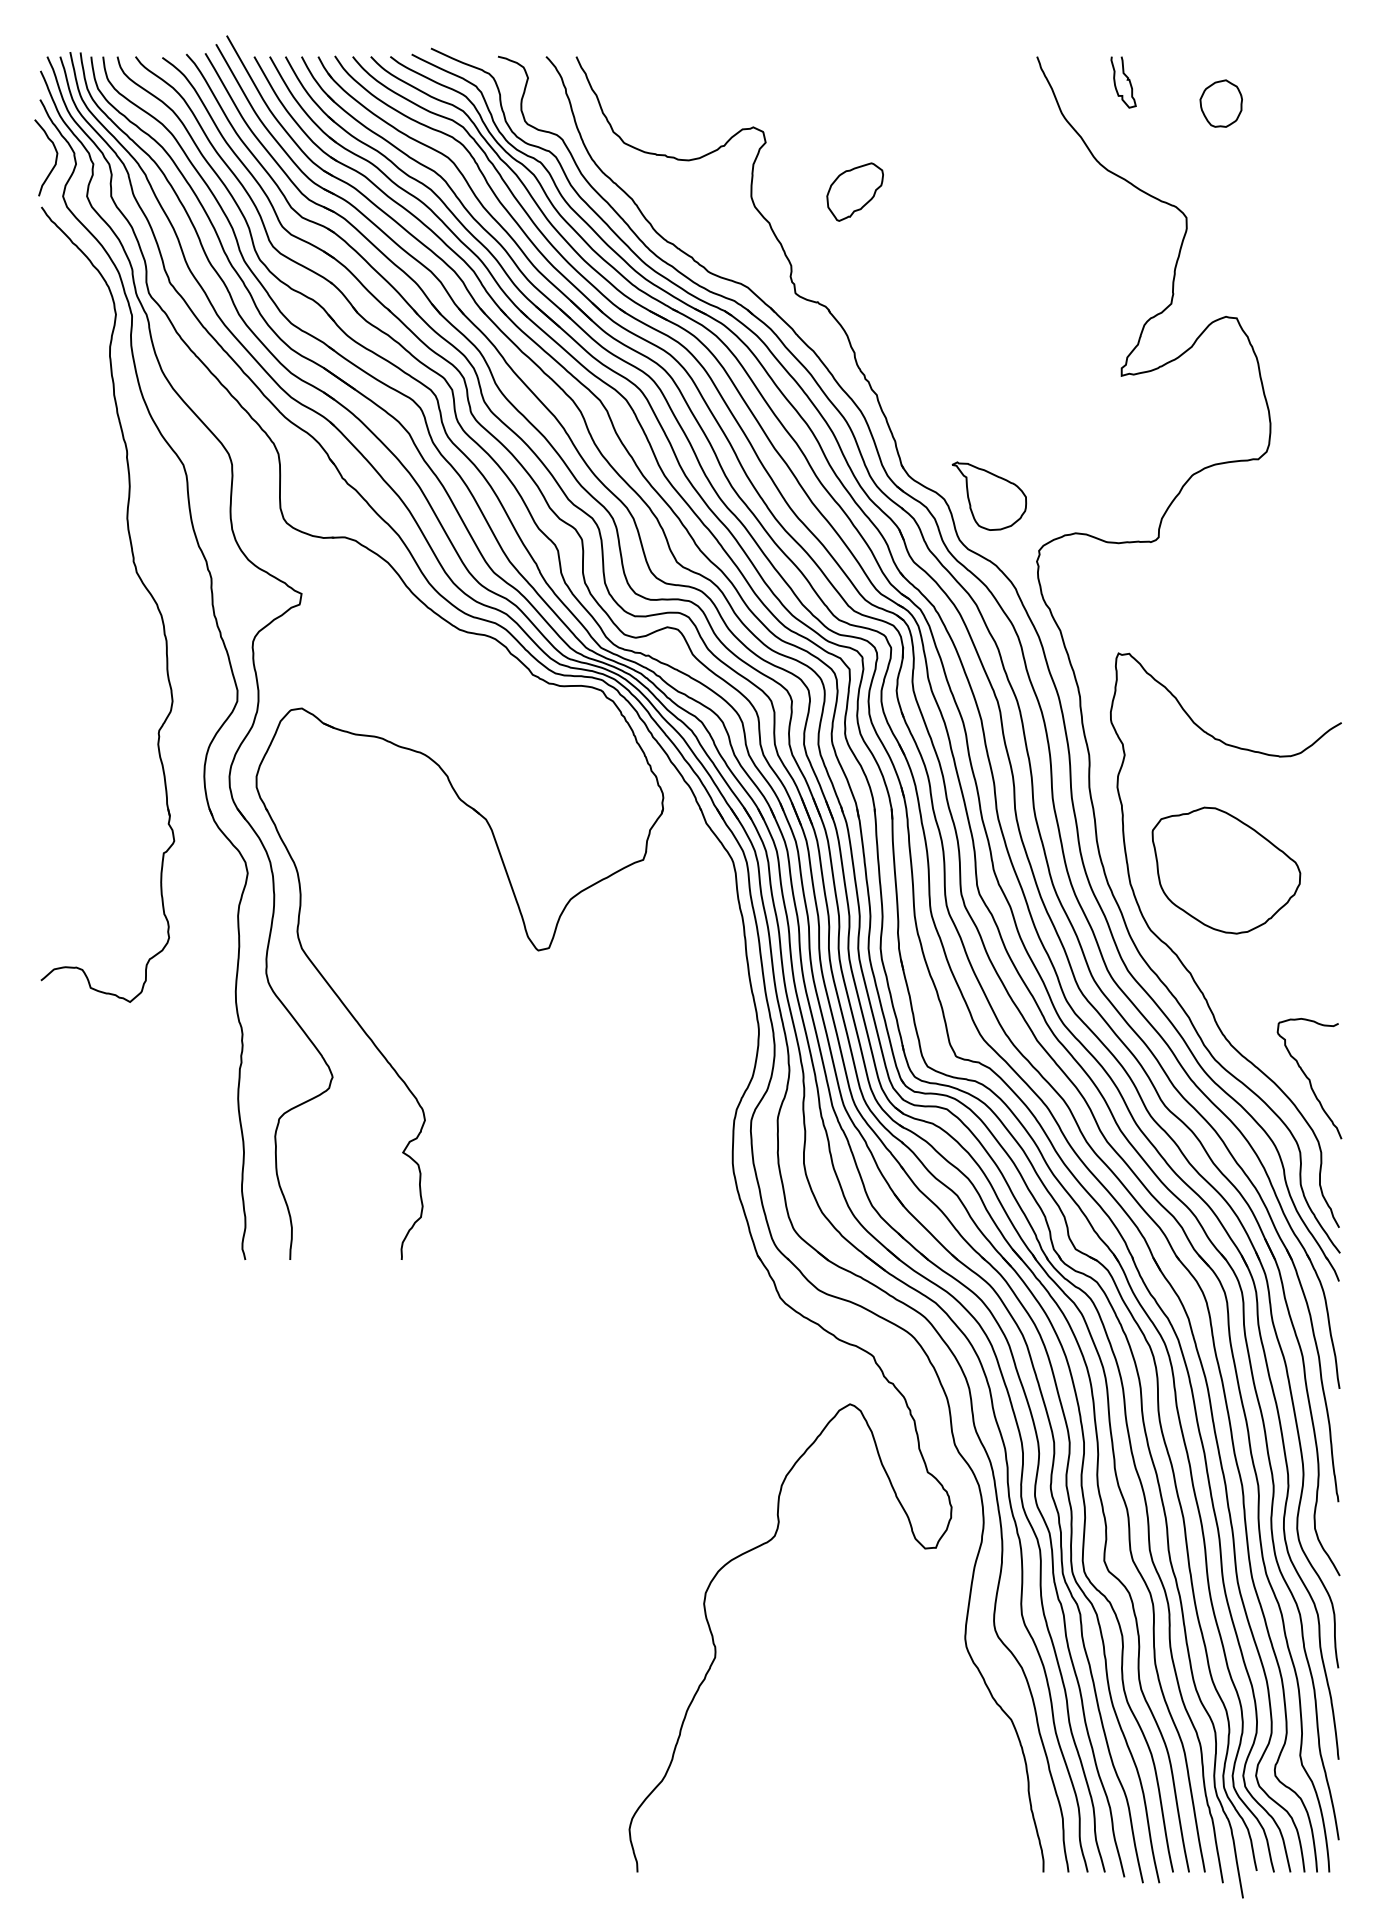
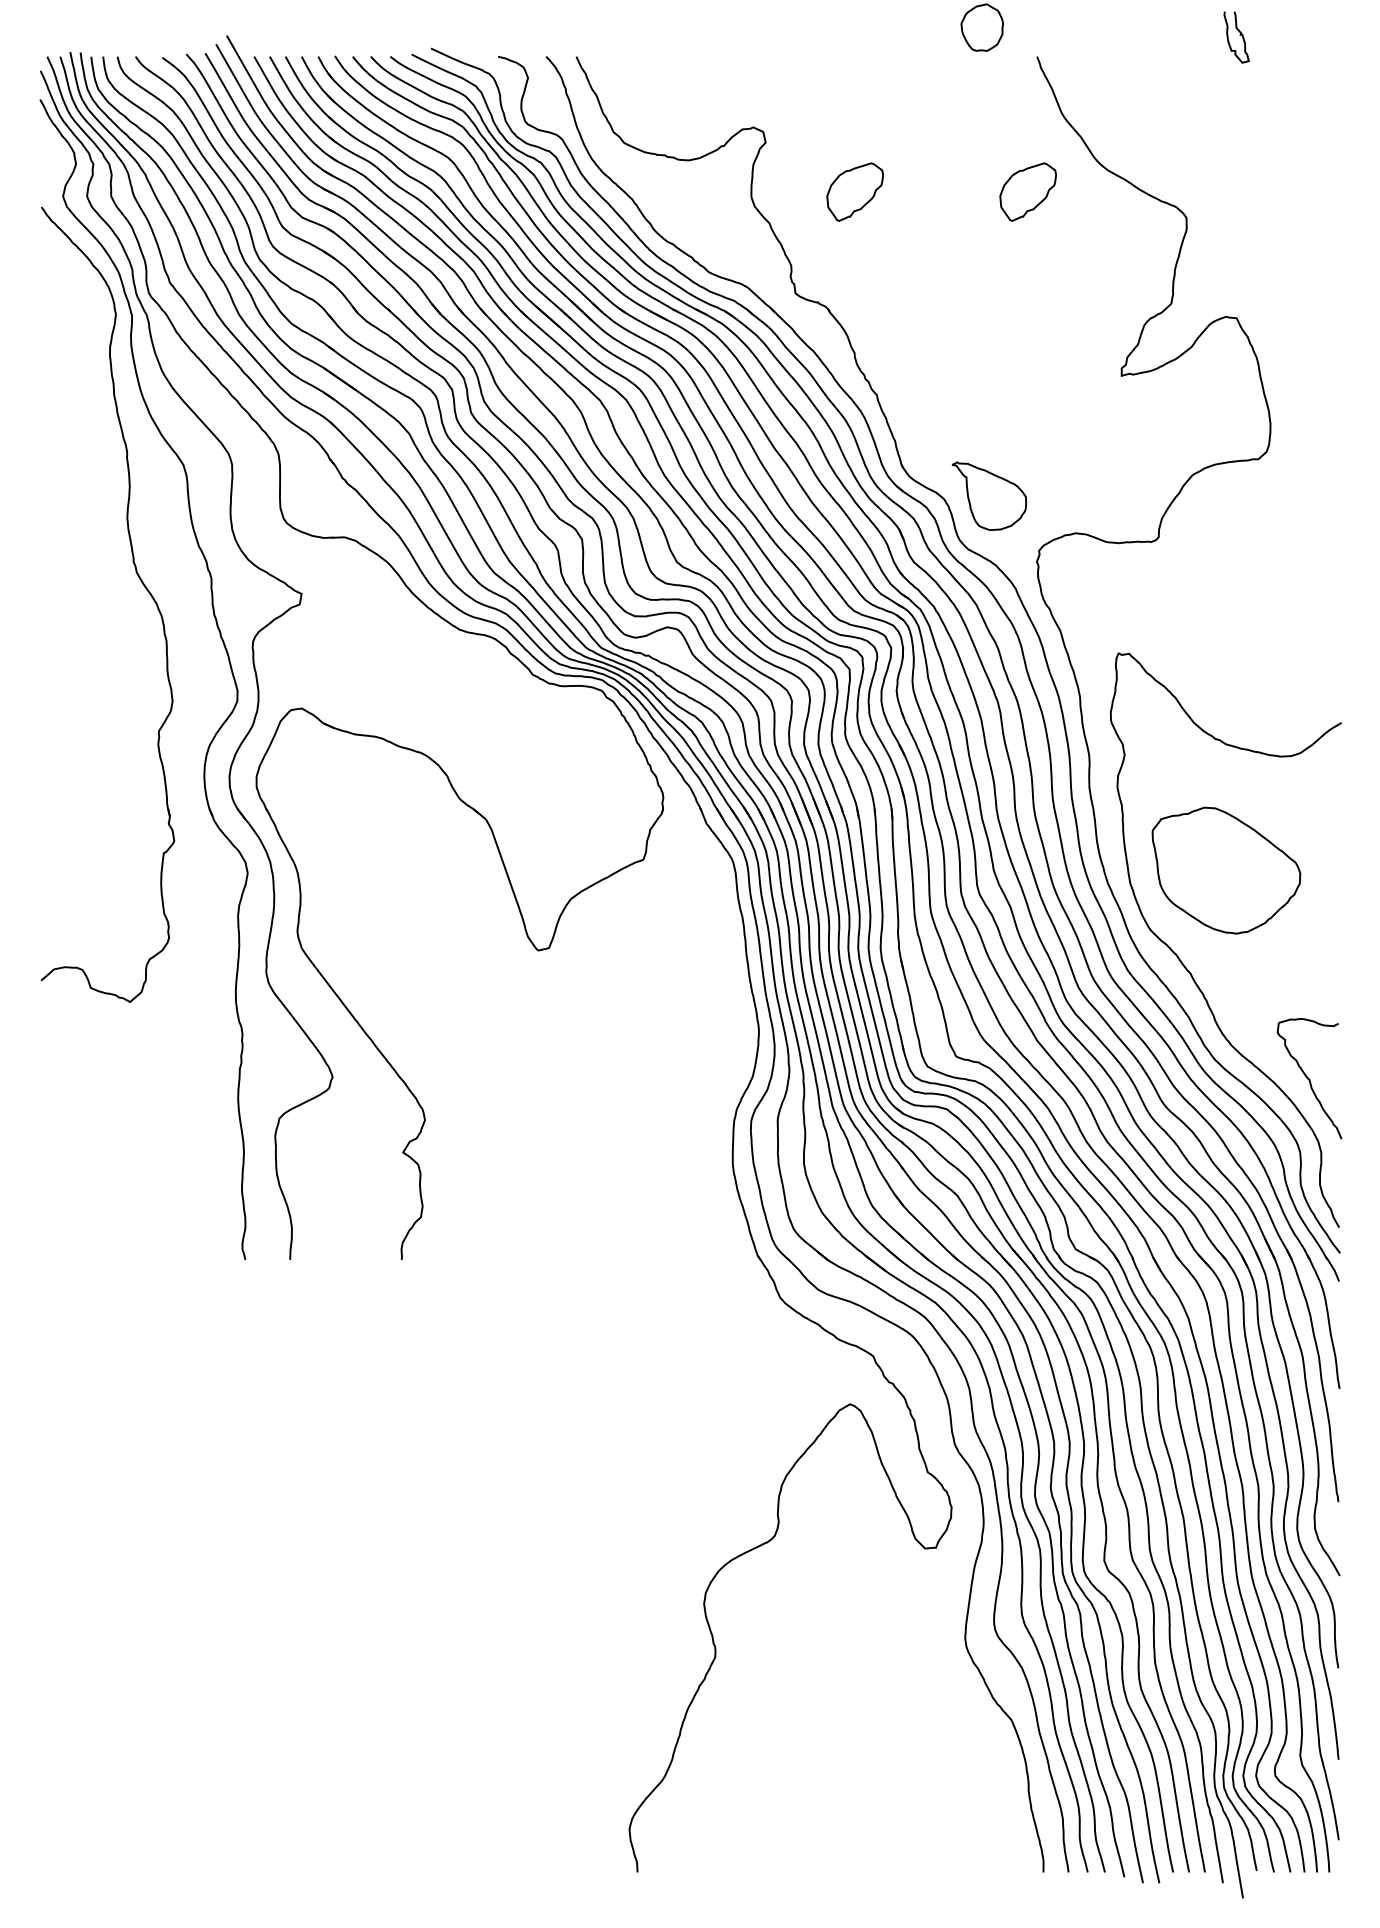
curve at (1126, 80) position: (1126, 80) -> (1239, 35)
part at (1220, 103) position: (1220, 103) -> (981, 27)
curve at (55, 157): present -> none
part at (1027, 191): none -> present
